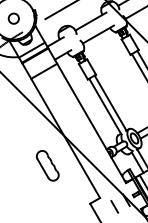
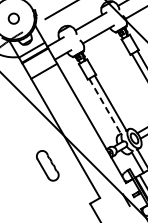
line at (105, 106): solid -> dashed
line at (114, 206): present -> none
